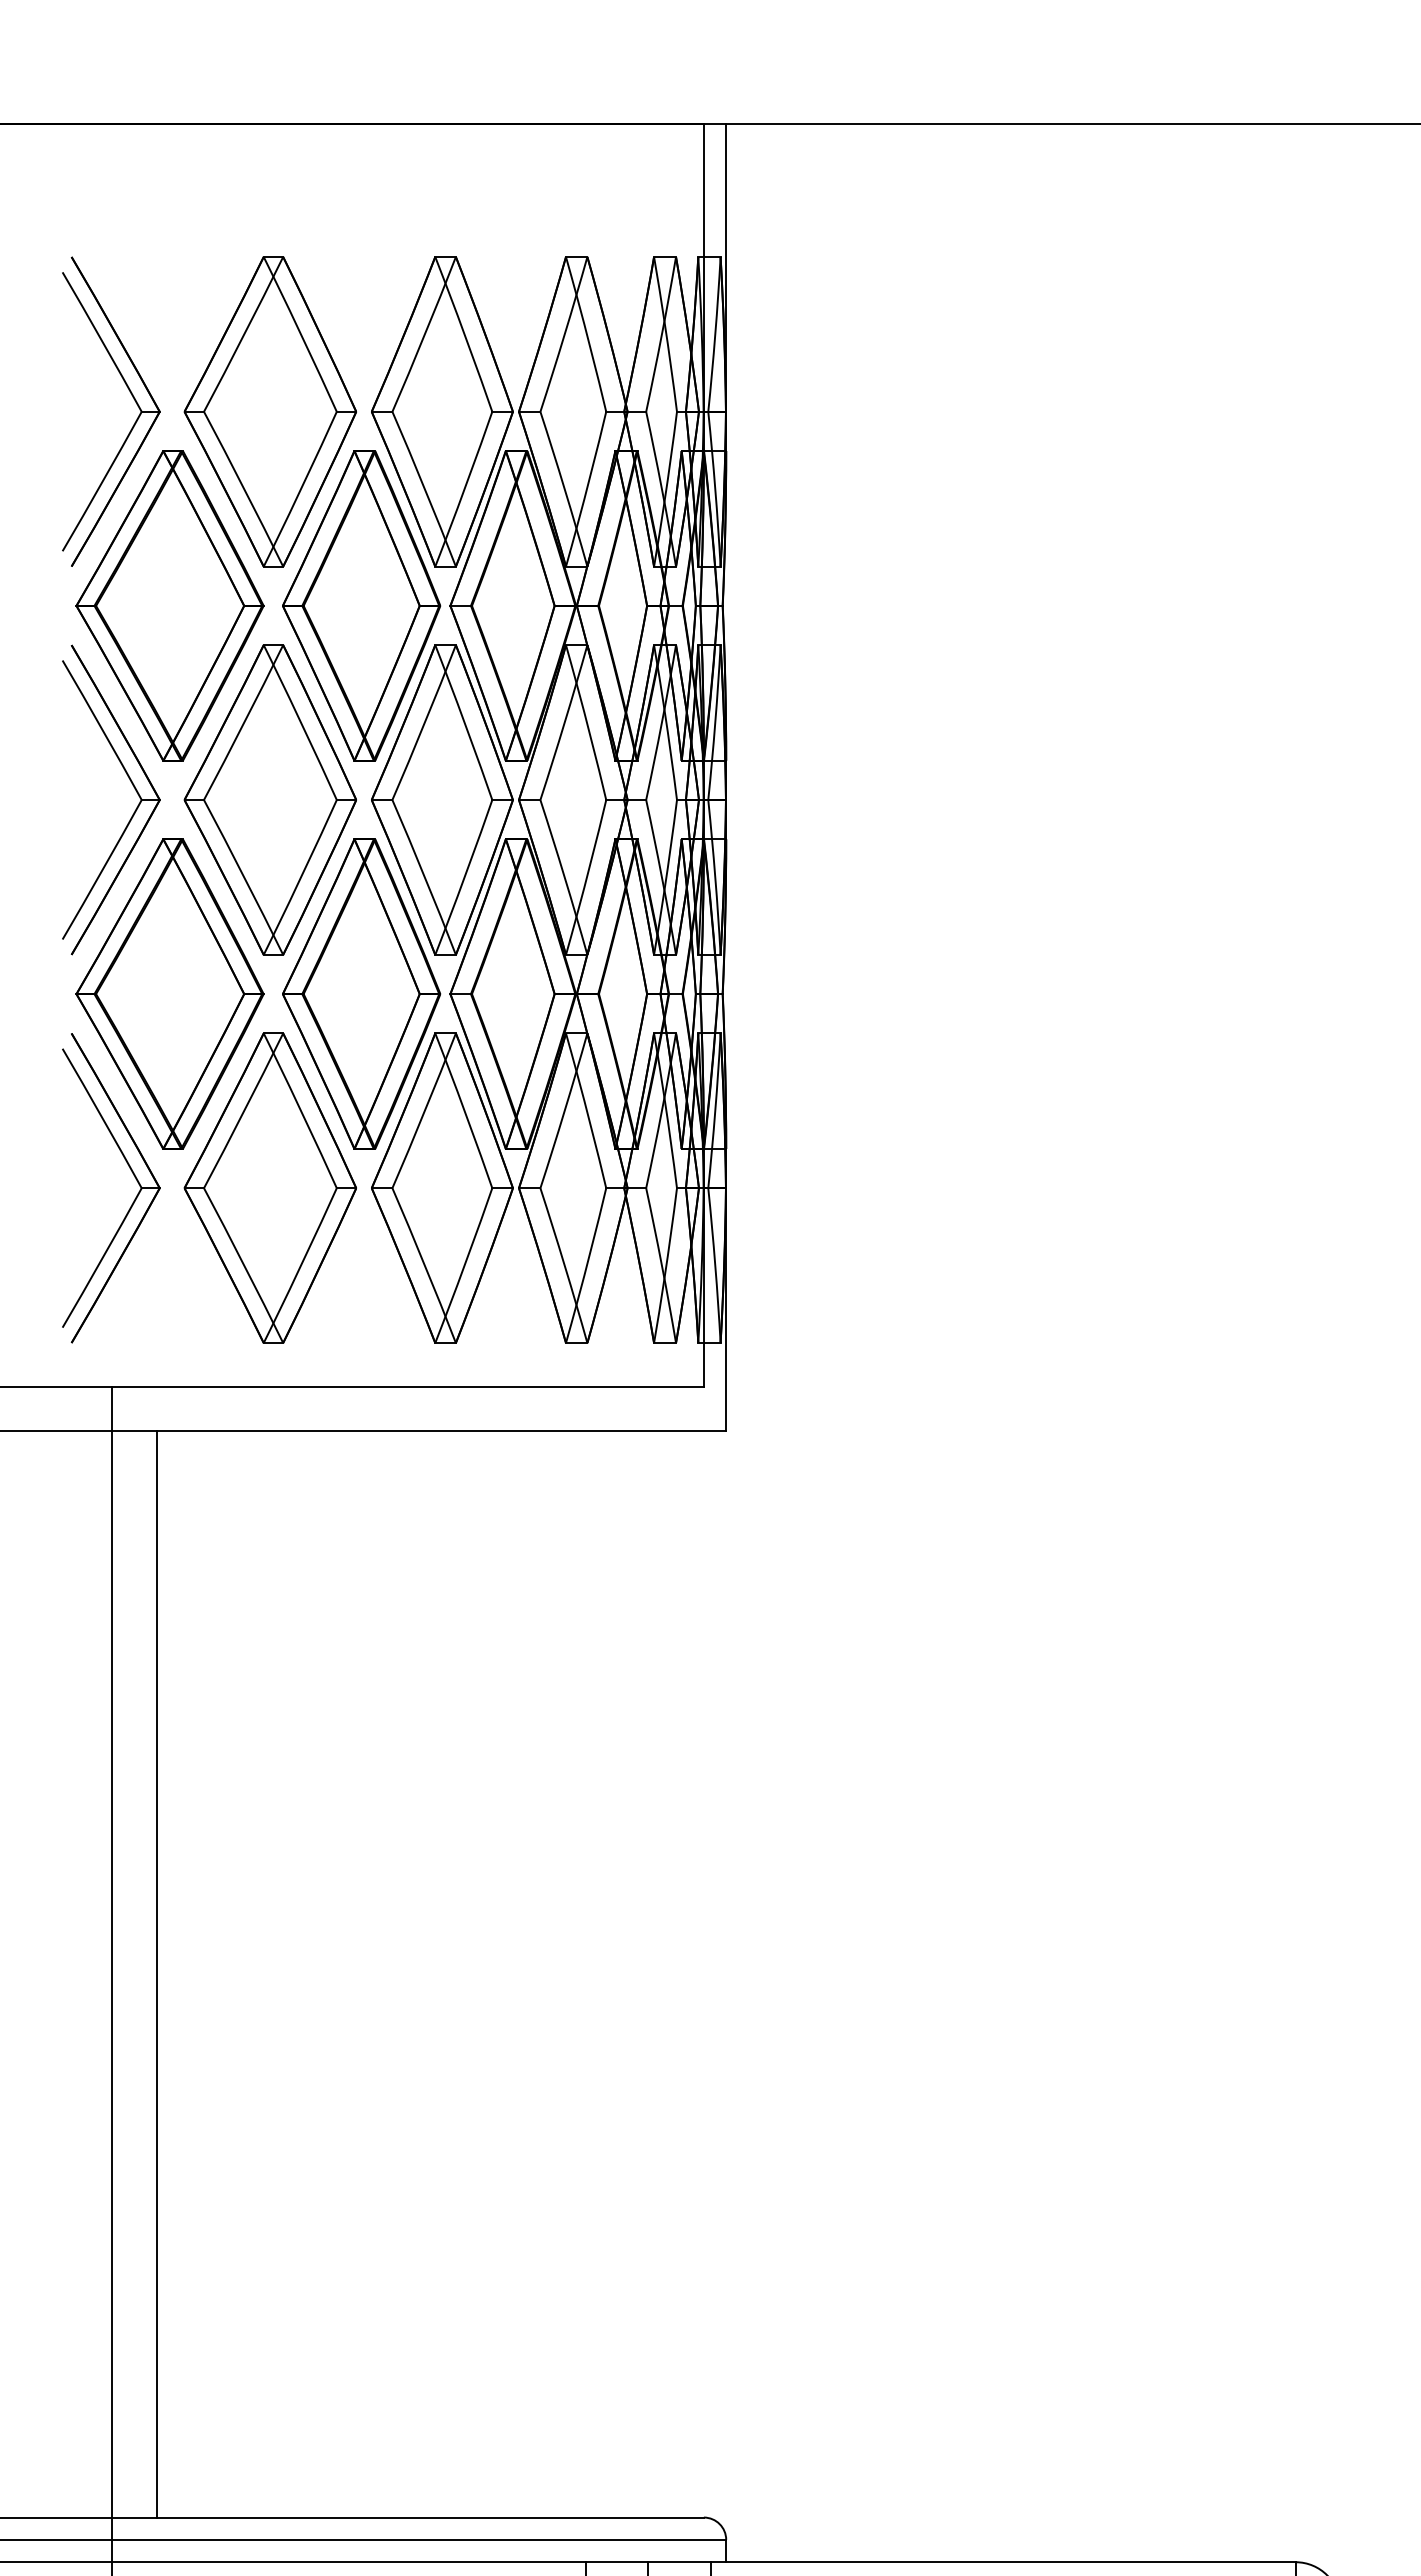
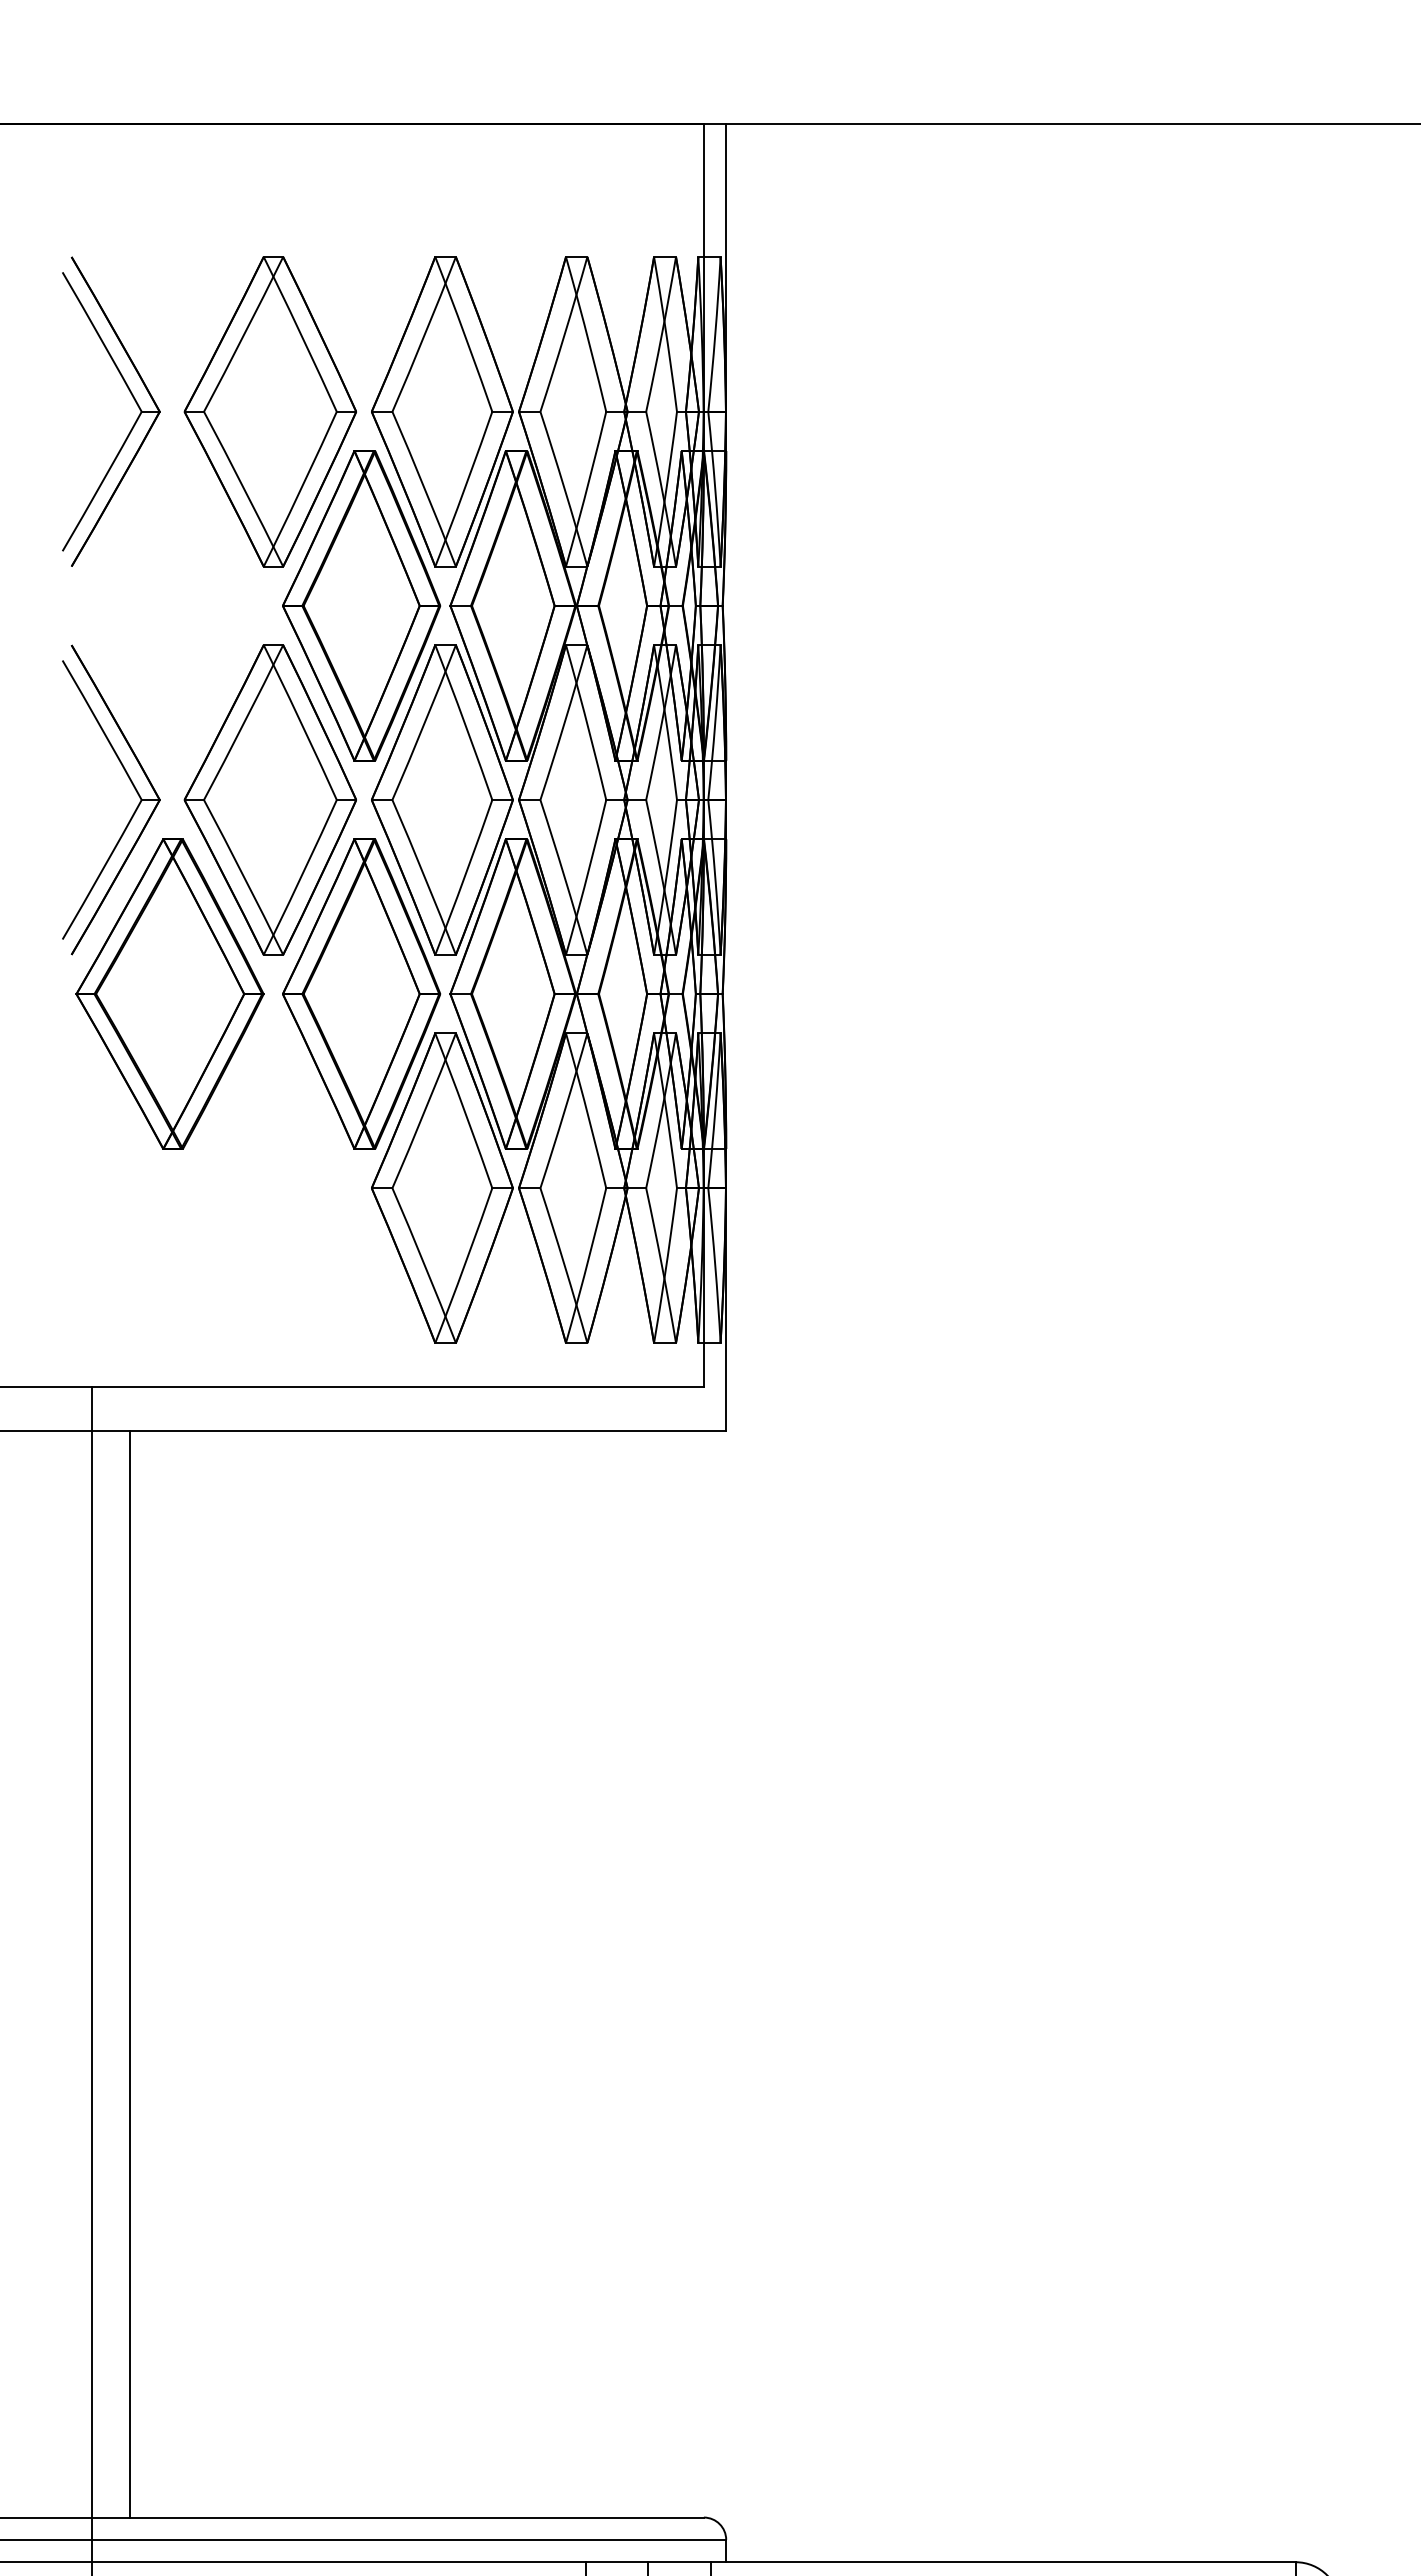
part at (169, 605): present -> none
part at (269, 1187): present -> none
part at (133, 1200): present -> none
line at (156, 1974) position: (156, 1974) -> (129, 1974)
line at (112, 1979) position: (112, 1979) -> (92, 1979)
